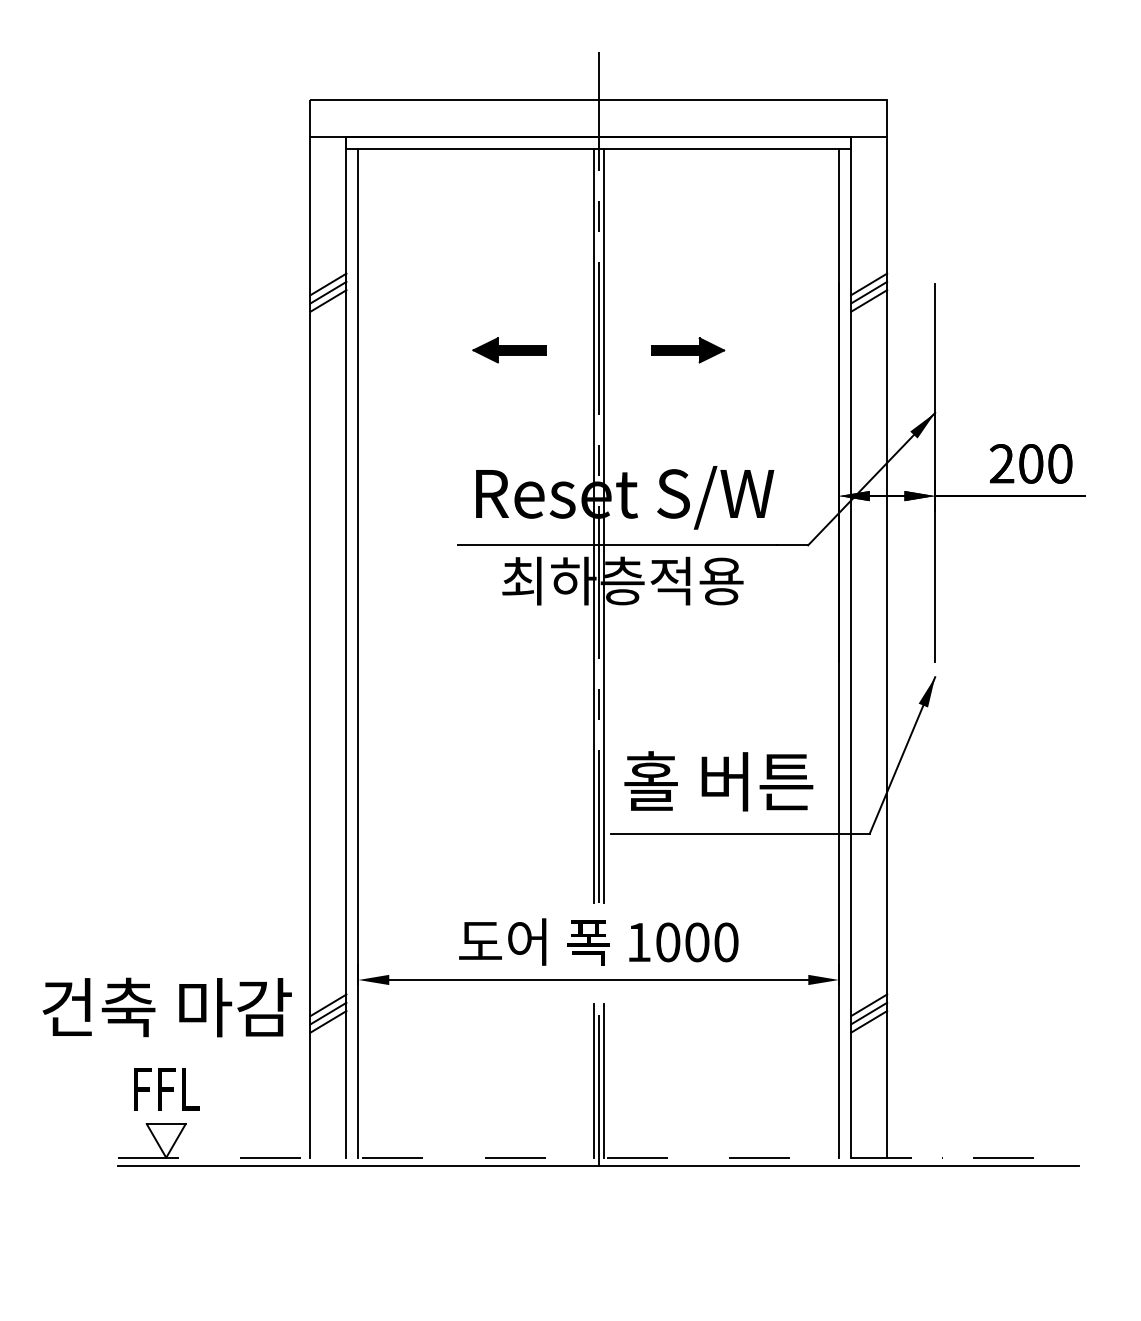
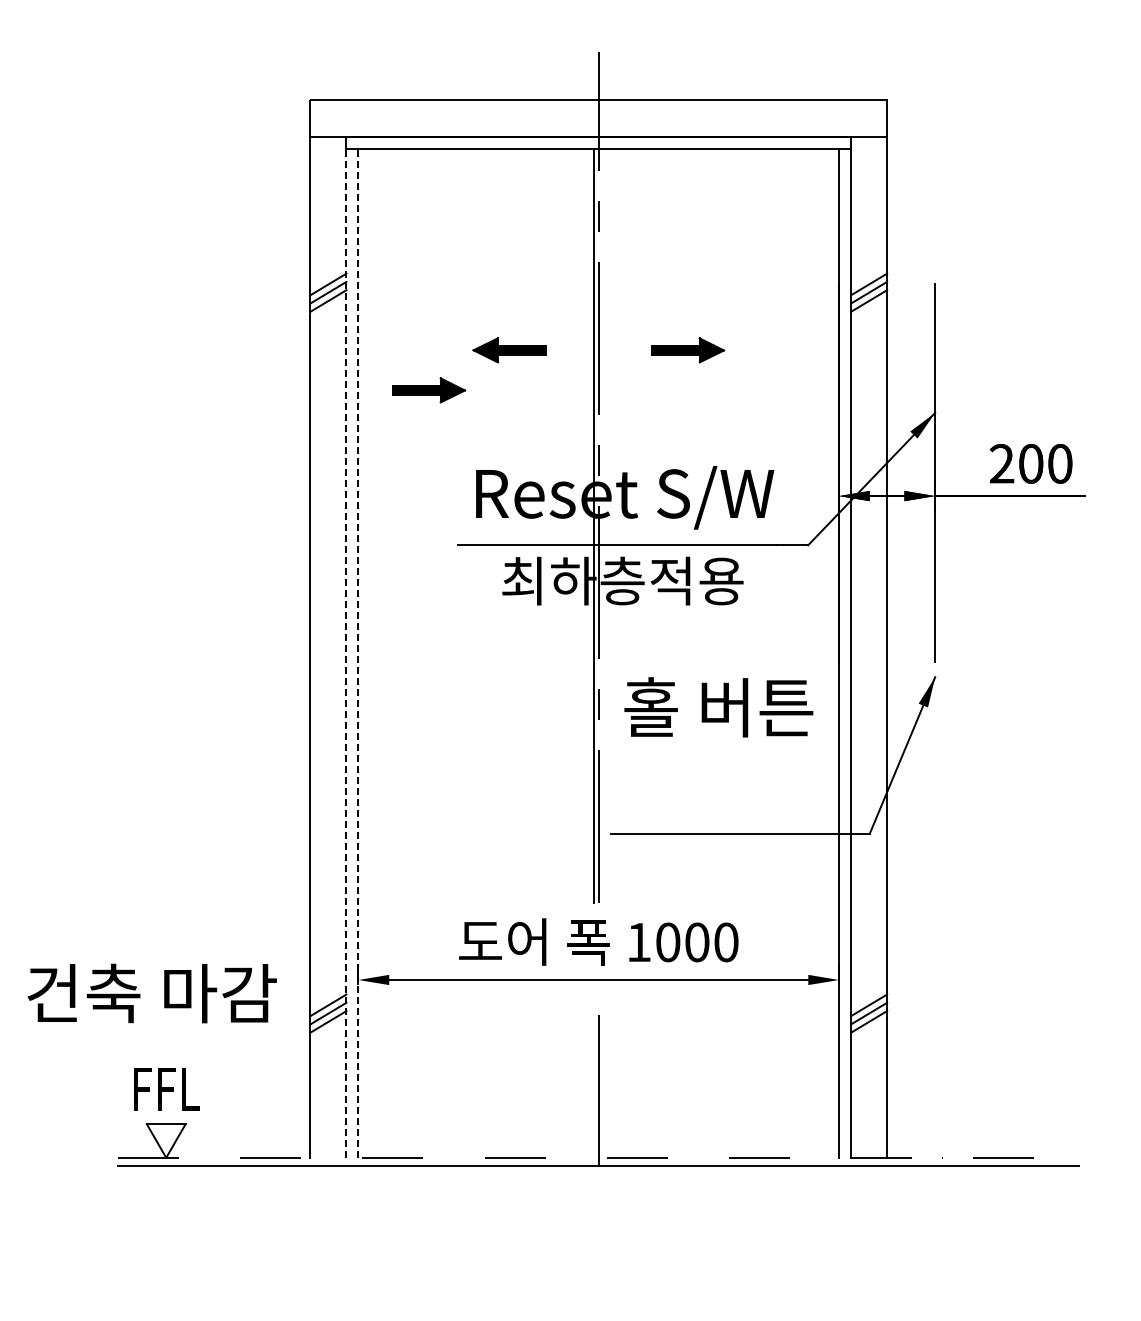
part at (429, 390): none -> present
line at (603, 525): present -> none
line at (346, 647): solid -> dashed
line at (358, 653): solid -> dashed
text at (718, 781) position: (718, 781) -> (718, 707)
text at (166, 1007) position: (166, 1007) -> (151, 993)
line at (593, 1080): present -> none
line at (603, 1080): present -> none
